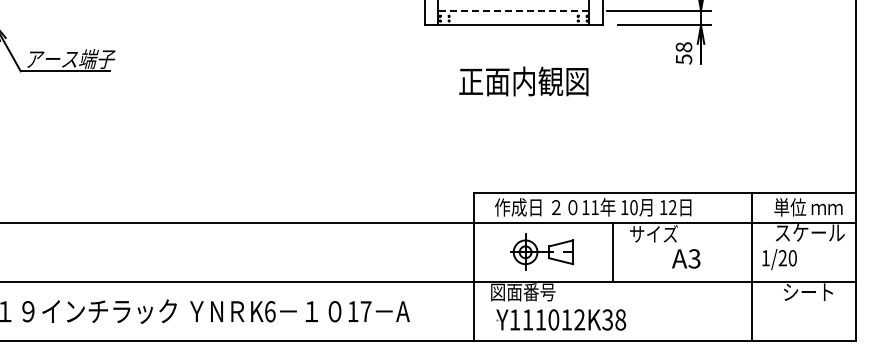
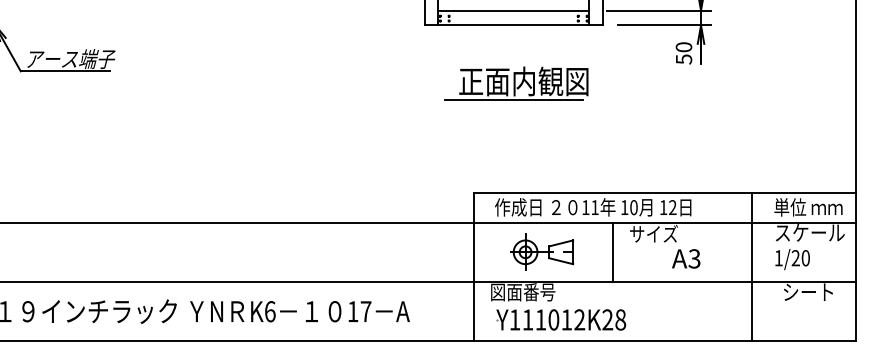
line at (513, 10): dashed -> solid
text at (683, 47): 58 -> 50
line at (513, 99): none -> present
text at (779, 259) position: (779, 259) -> (792, 259)
text at (607, 319): Y111012K38 -> Y111012K28
